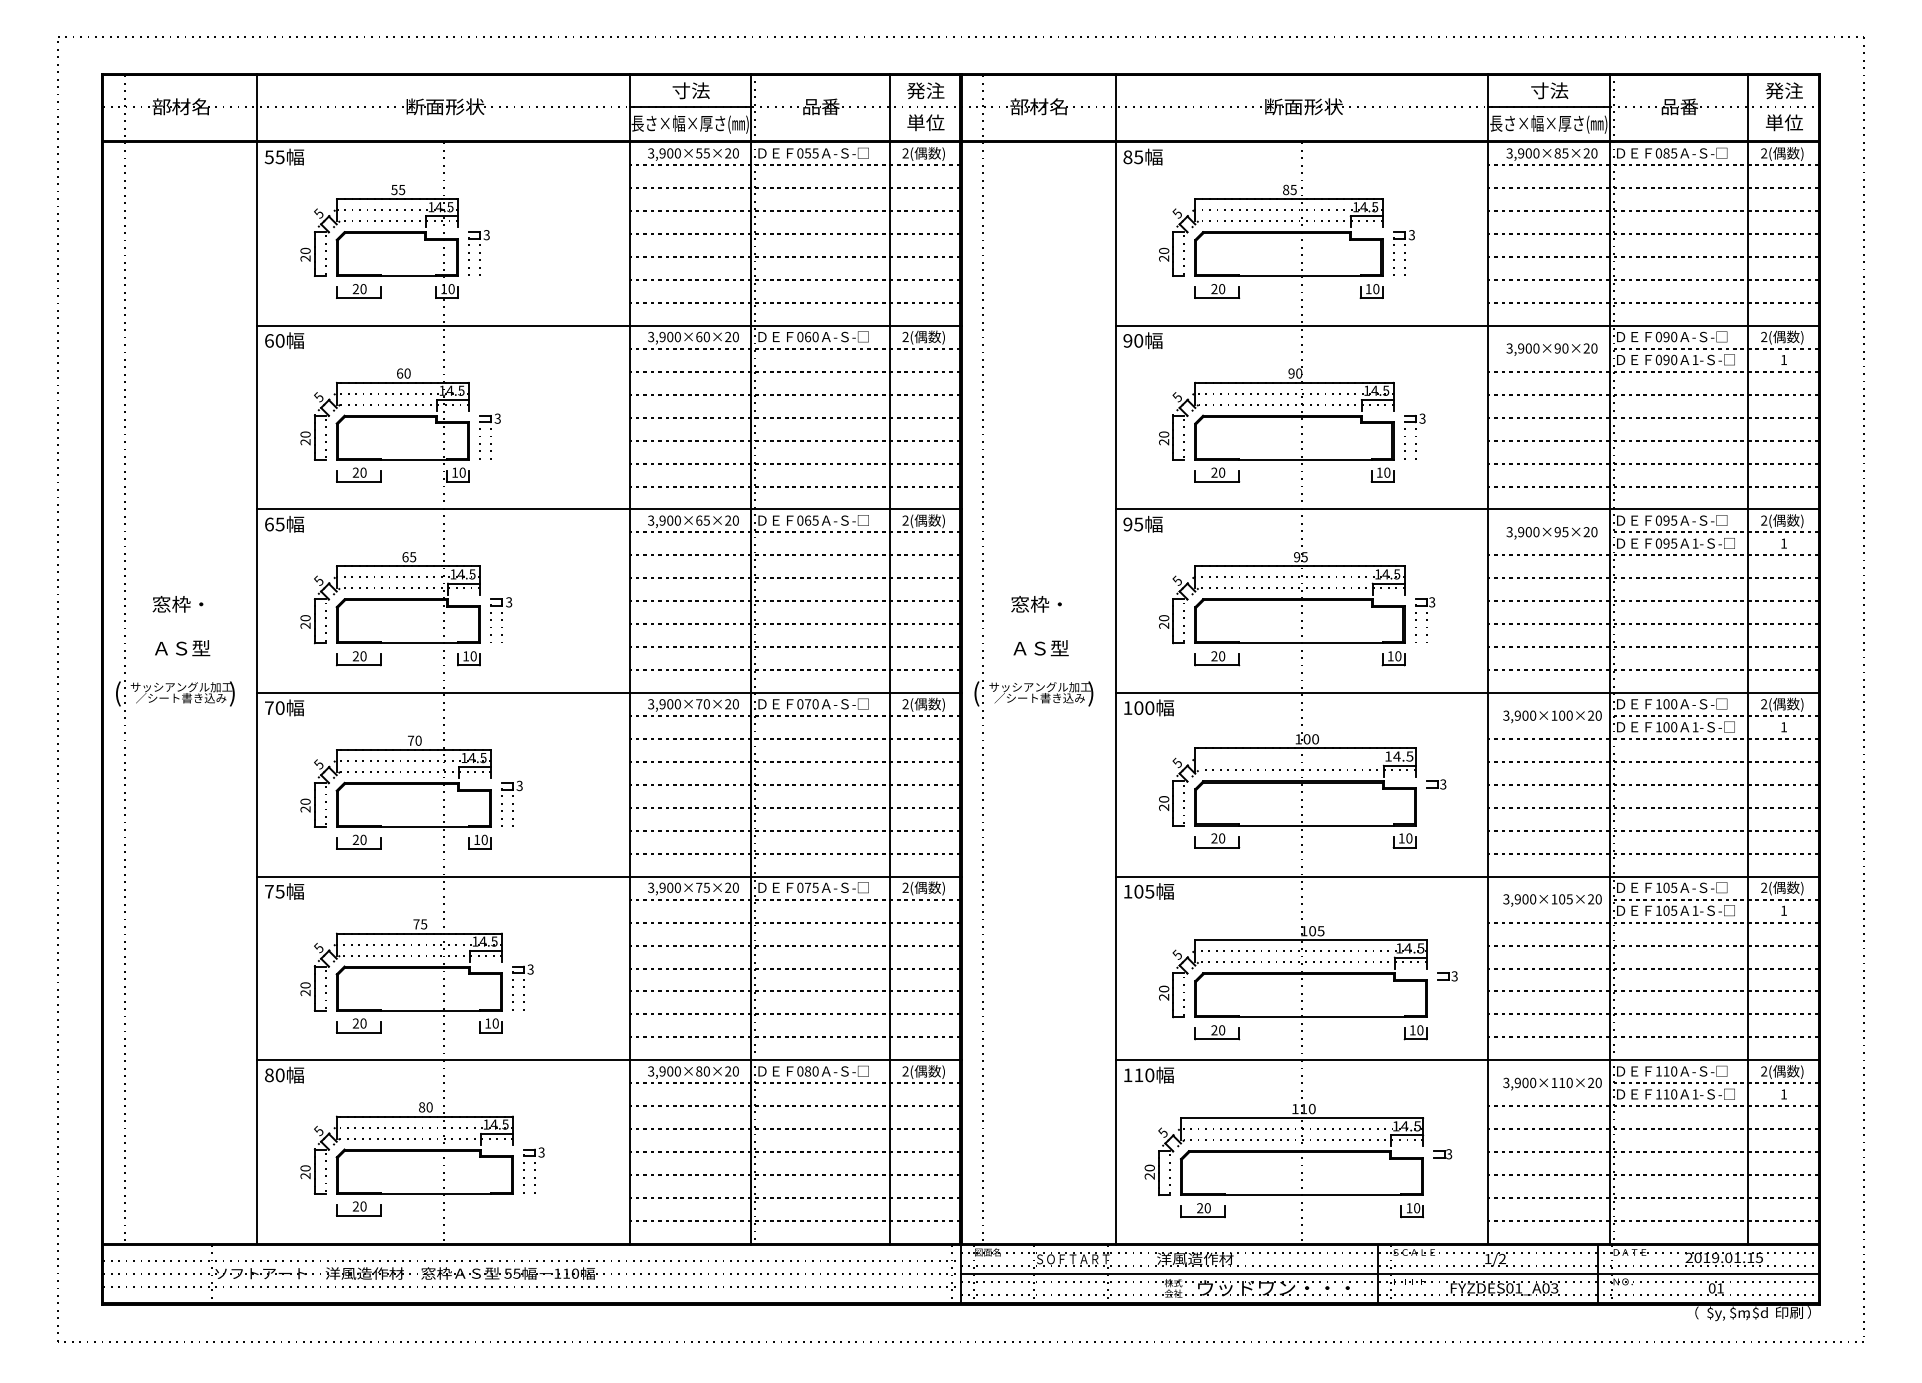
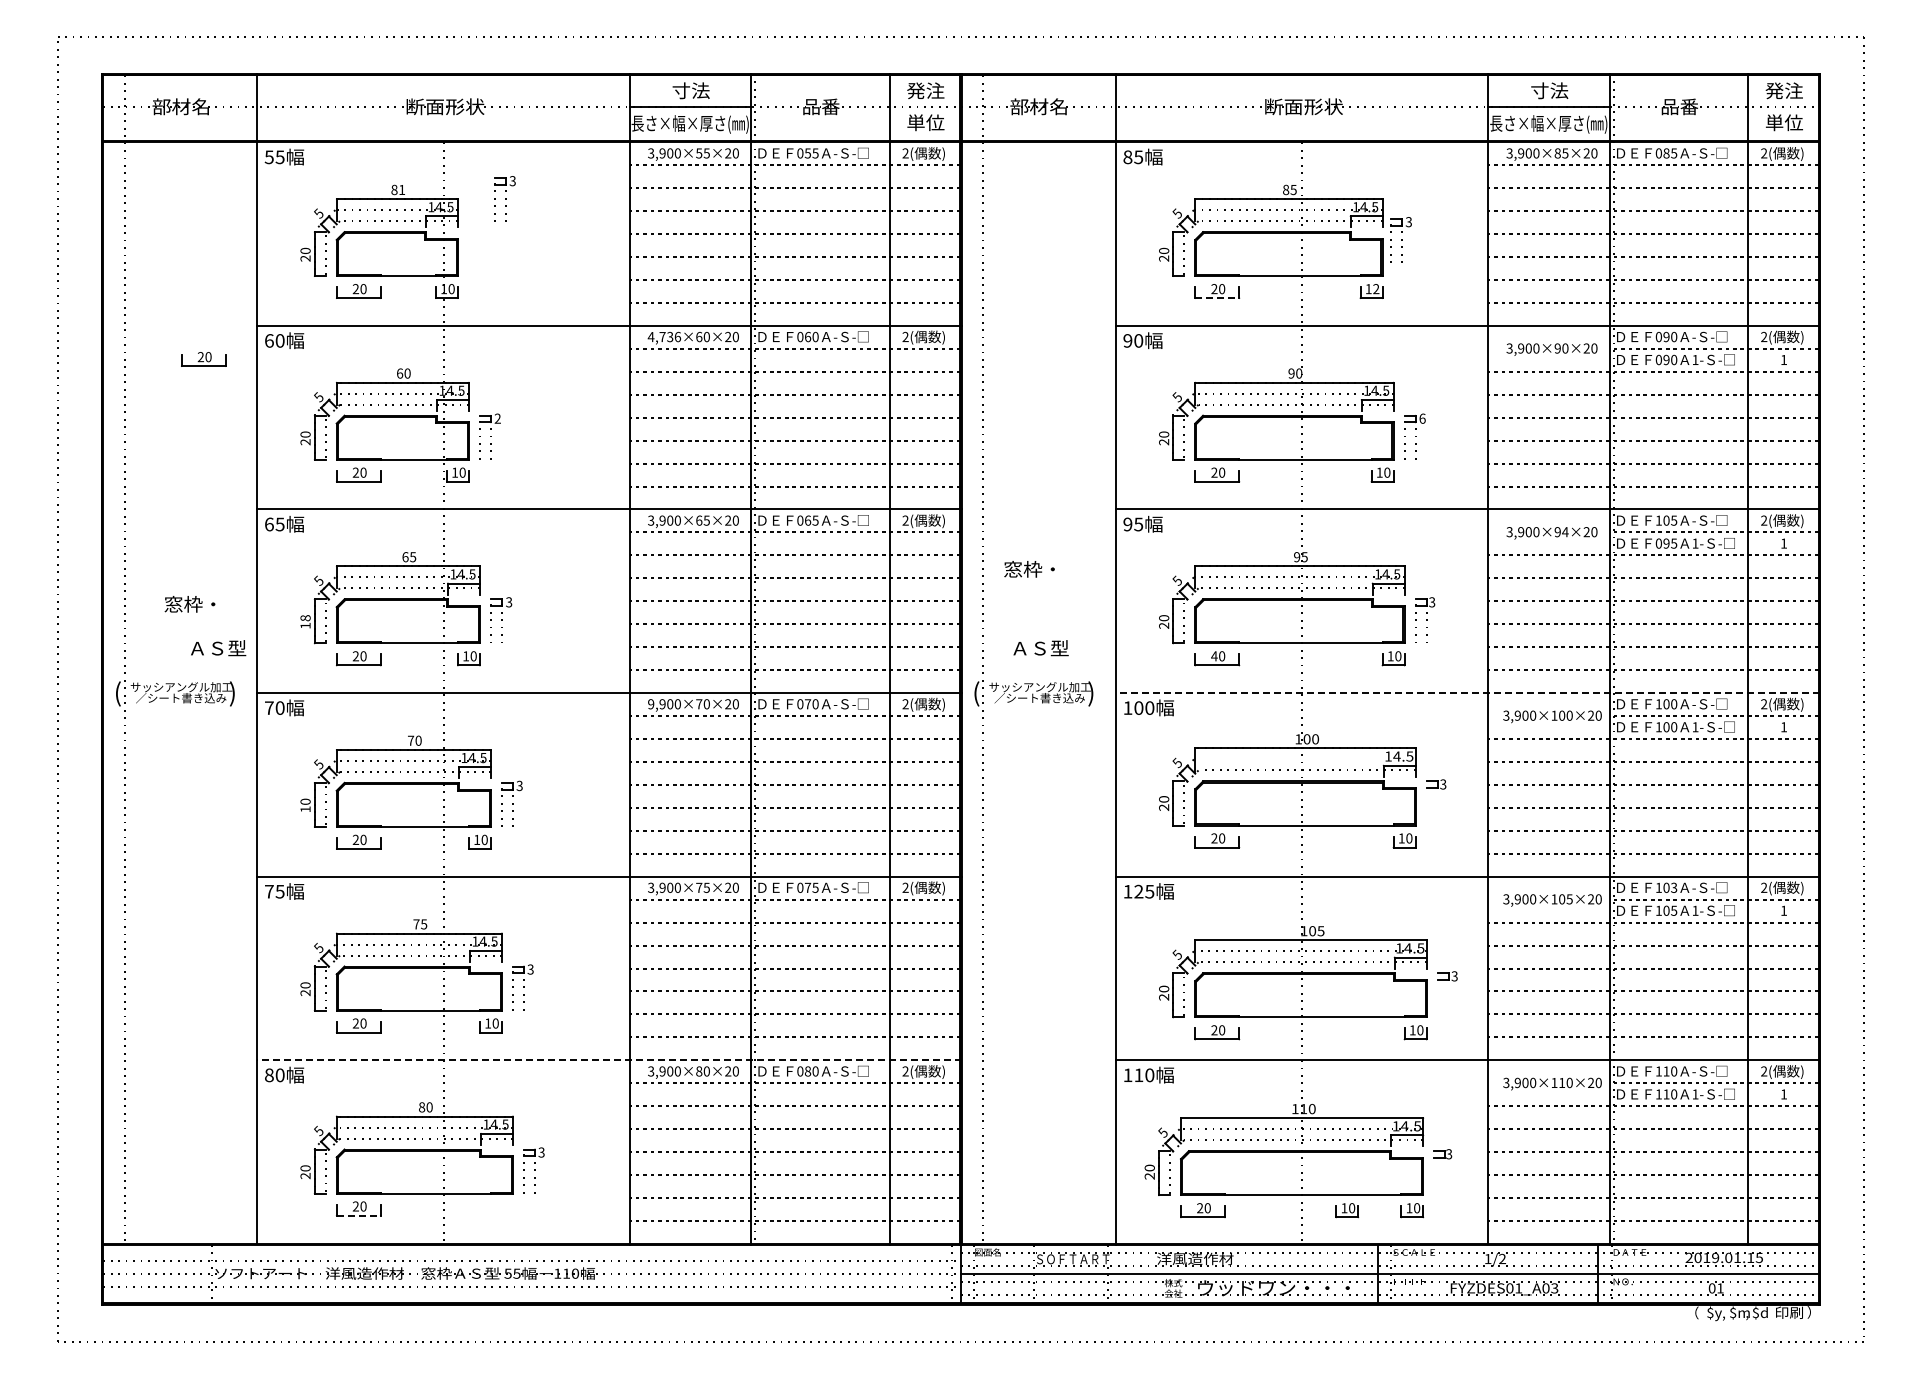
text at (398, 189): 55 -> 81
part at (478, 252) position: (478, 252) -> (504, 198)
part at (1403, 252) position: (1403, 252) -> (1400, 239)
text at (1376, 289): 10 -> 12
line at (1217, 298): solid -> dashed
text at (664, 336): 3,900×60×20 -> 4,736×60×20
part at (203, 359): none -> present
text at (497, 418): 3 -> 2
text at (1422, 418): 3 -> 6
text at (1662, 520): 095 -> 105
text at (1565, 532): 3,900×95×20 -> 3,900×94×20
text at (177, 604) position: (177, 604) -> (189, 604)
text at (1036, 604) position: (1036, 604) -> (1029, 569)
text at (305, 621): 20 -> 18
text at (182, 648) position: (182, 648) -> (218, 648)
text at (1214, 656): 20 -> 40
line at (1467, 693): solid -> dashed
text at (651, 704): 3,900×70×20 -> 9,900×70×20
text at (305, 809): 20 -> 10
text at (1674, 886): 105 -> 103
text at (1138, 891): 105 -> 125
line at (609, 1060): solid -> dashed
part at (1347, 1210): none -> present
line at (359, 1215): solid -> dashed
